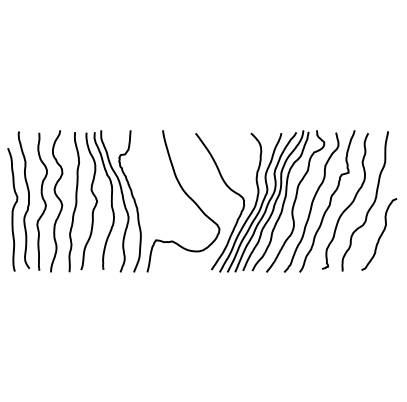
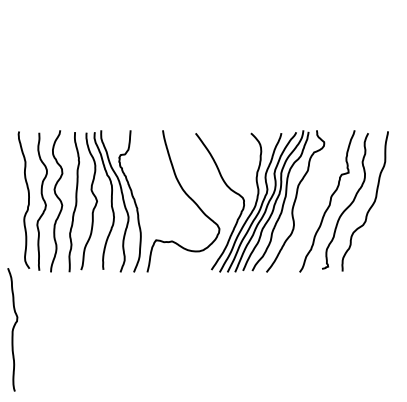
curve at (311, 202): present -> none
curve at (12, 209) position: (12, 209) -> (12, 329)
curve at (380, 234): present -> none
